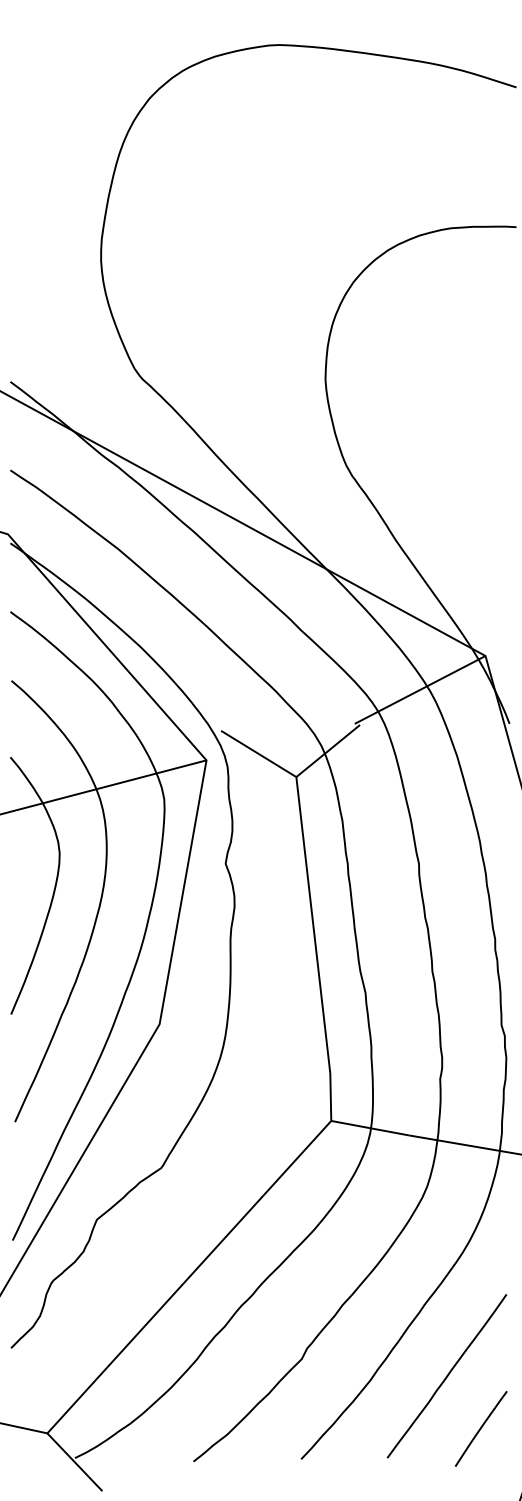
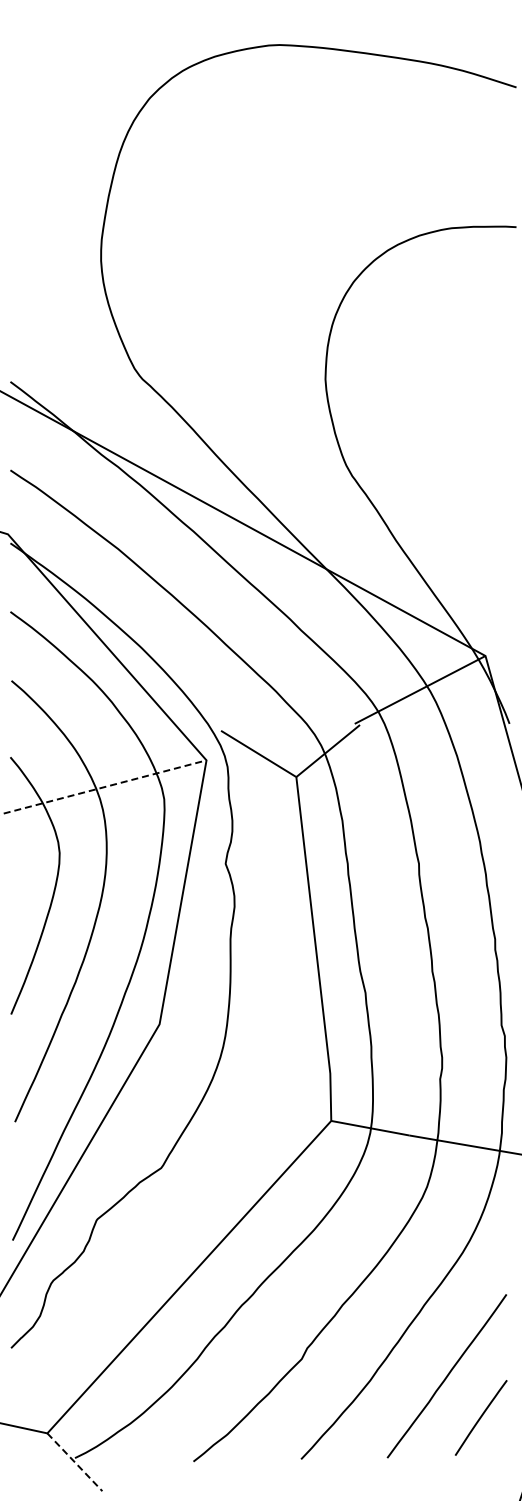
line at (104, 787): solid -> dashed
line at (481, 1428) position: (481, 1428) -> (481, 1417)
line at (74, 1462): solid -> dashed
